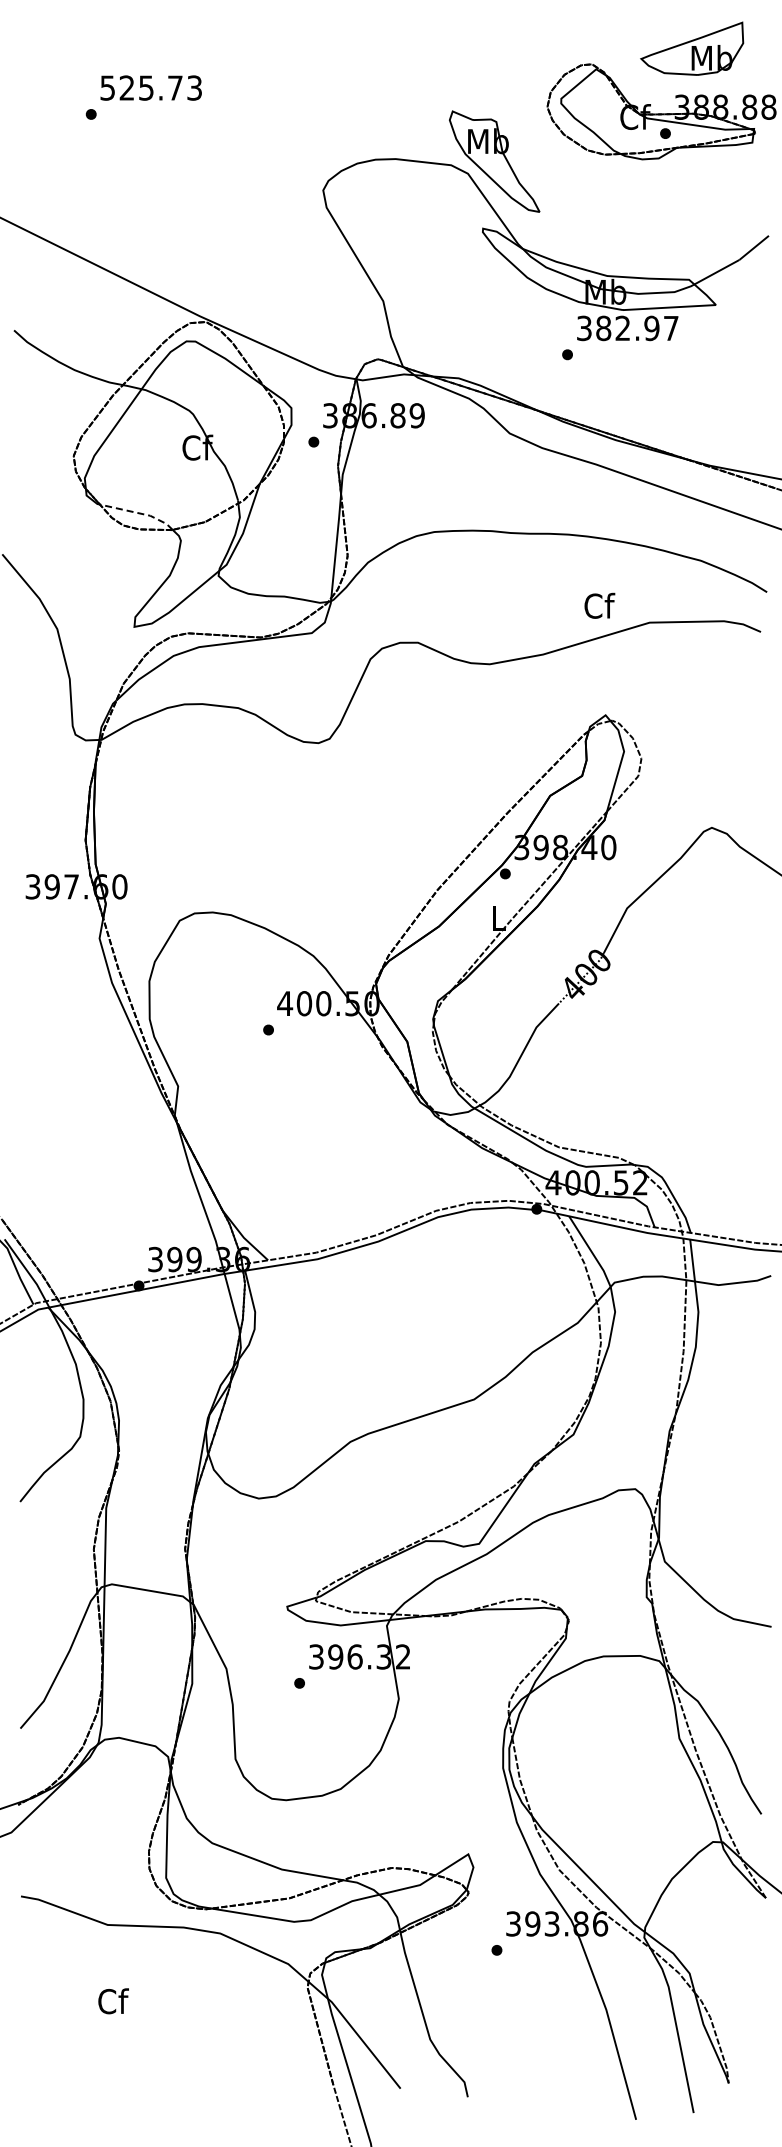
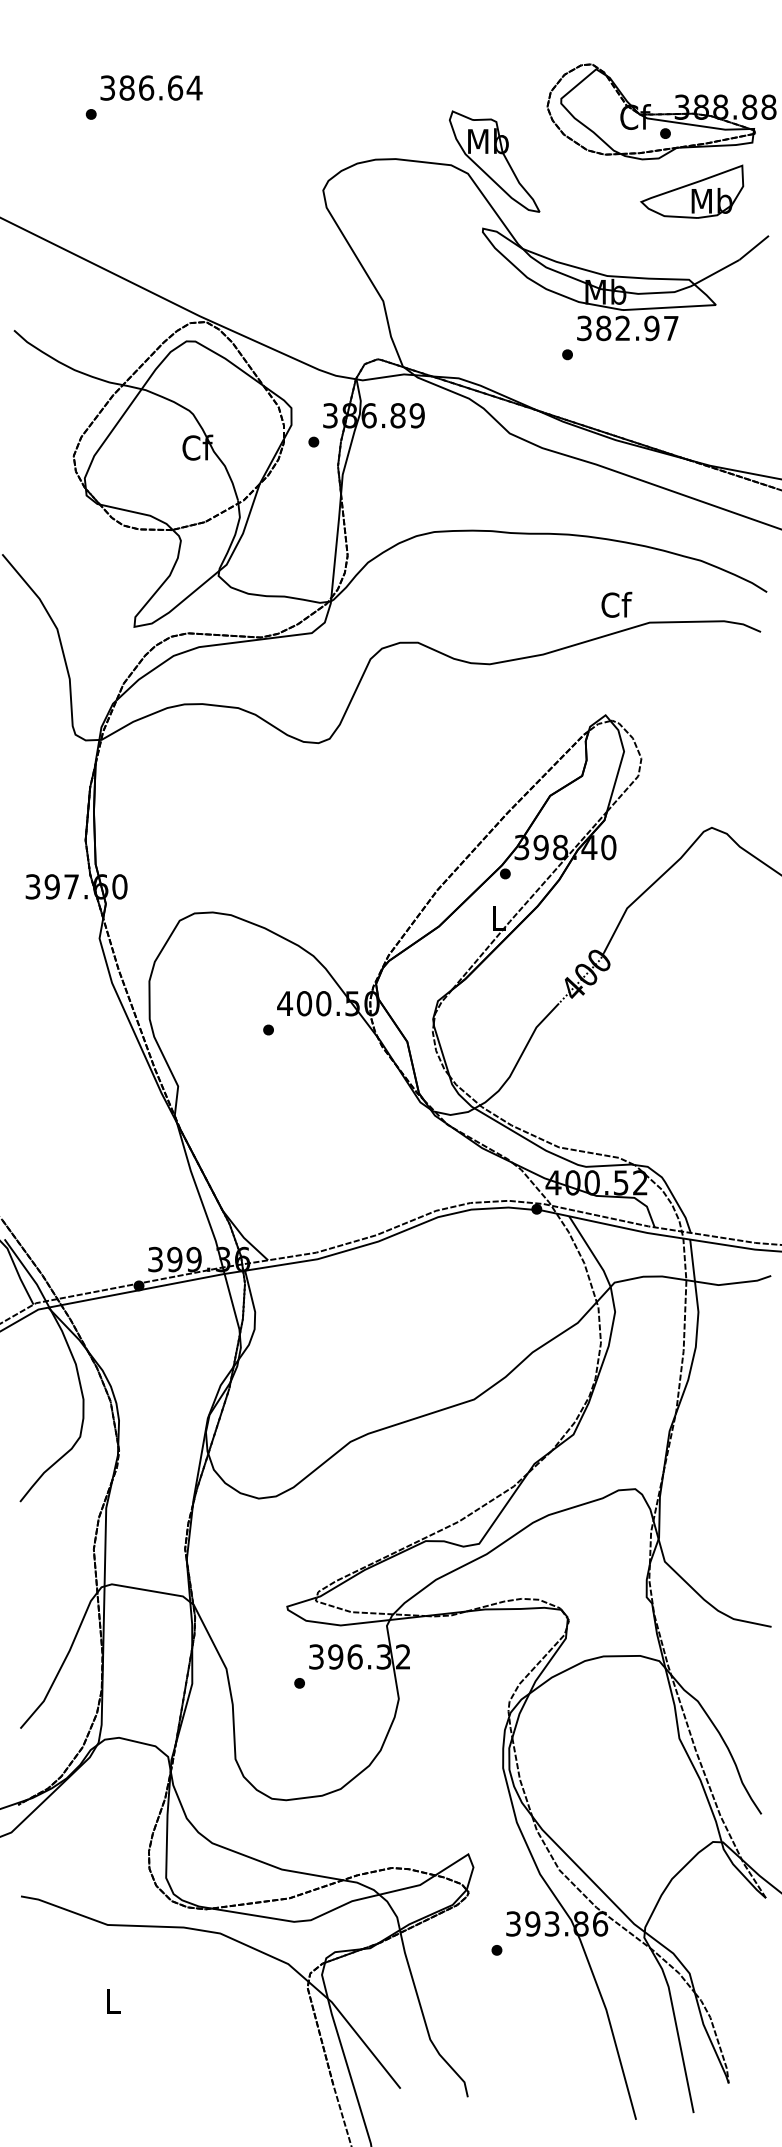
part at (692, 48) position: (692, 48) -> (692, 191)
text at (151, 87): 525.73 -> 386.64
line at (139, 513): dashed -> solid
text at (599, 605) position: (599, 605) -> (616, 604)
text at (113, 2001): Cf -> L
